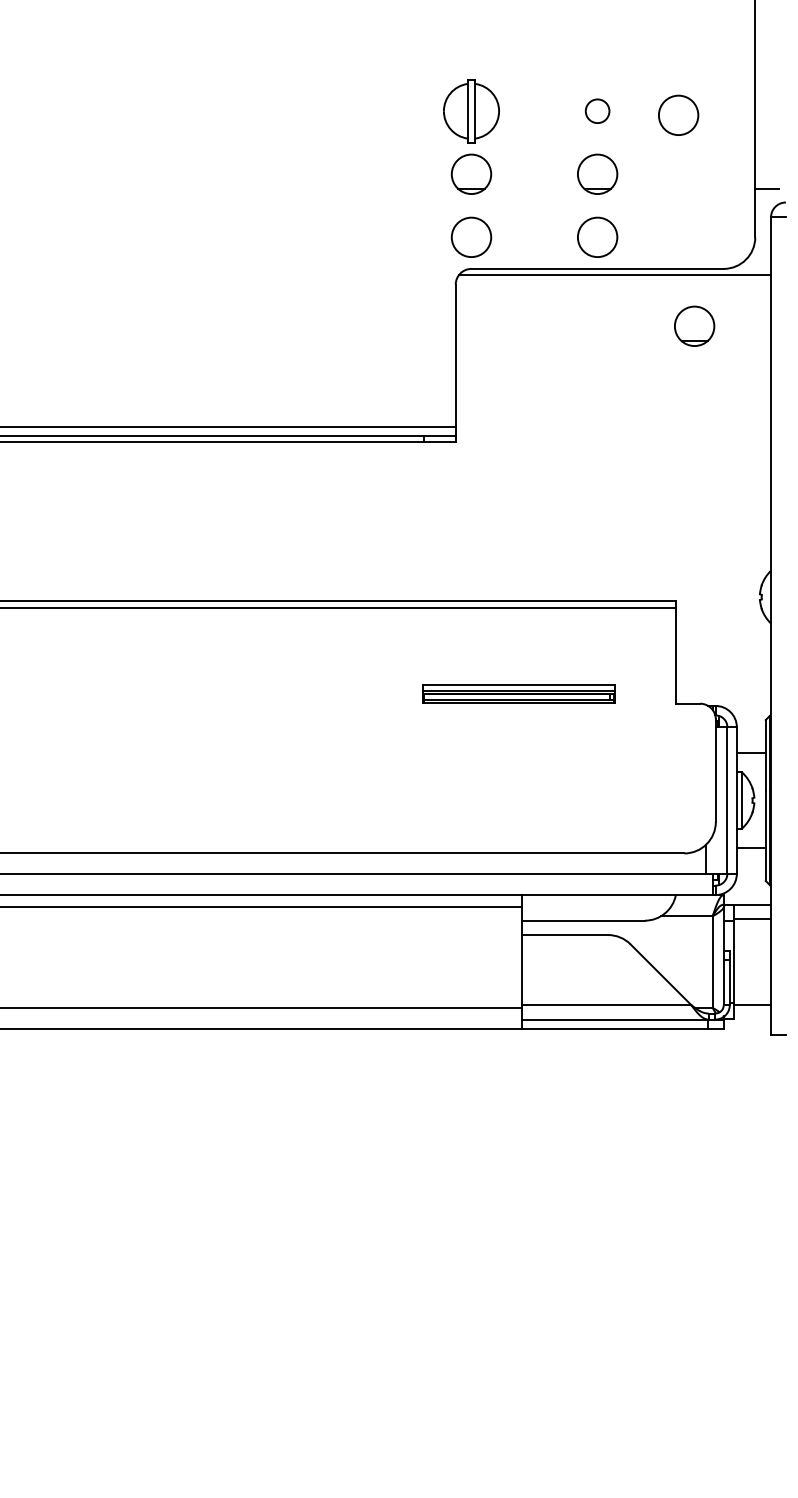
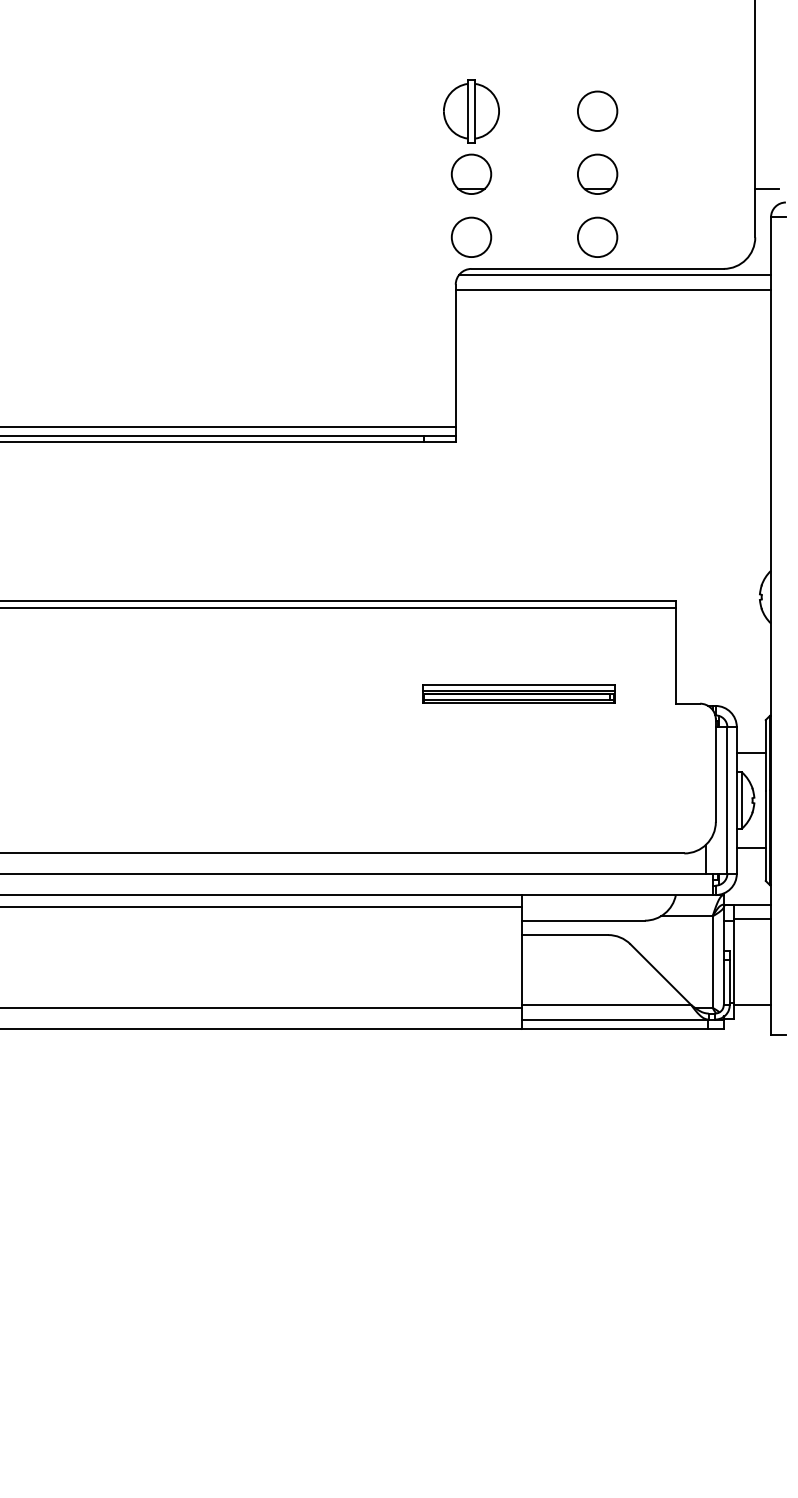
circle at (597, 111) diameter: 24 px -> 39 px
circle at (678, 114): present -> none
line at (613, 289): none -> present
part at (694, 325): present -> none
